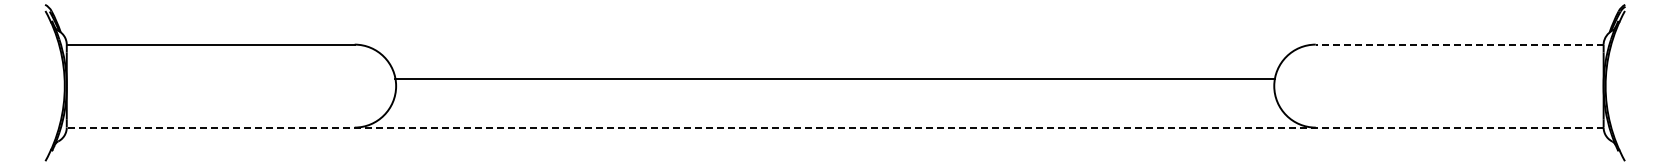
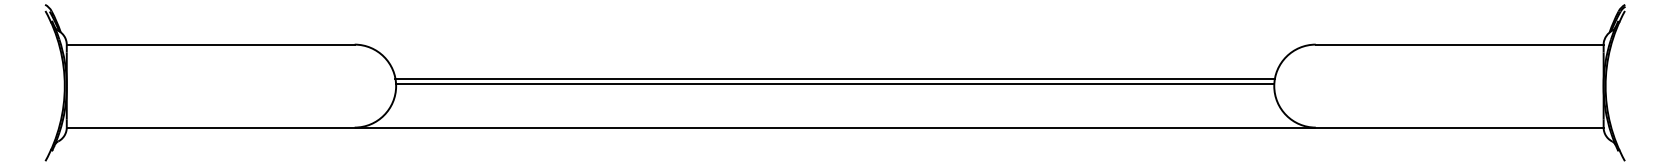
line at (1459, 44): dashed -> solid
line at (835, 83): none -> present
line at (834, 127): dashed -> solid
